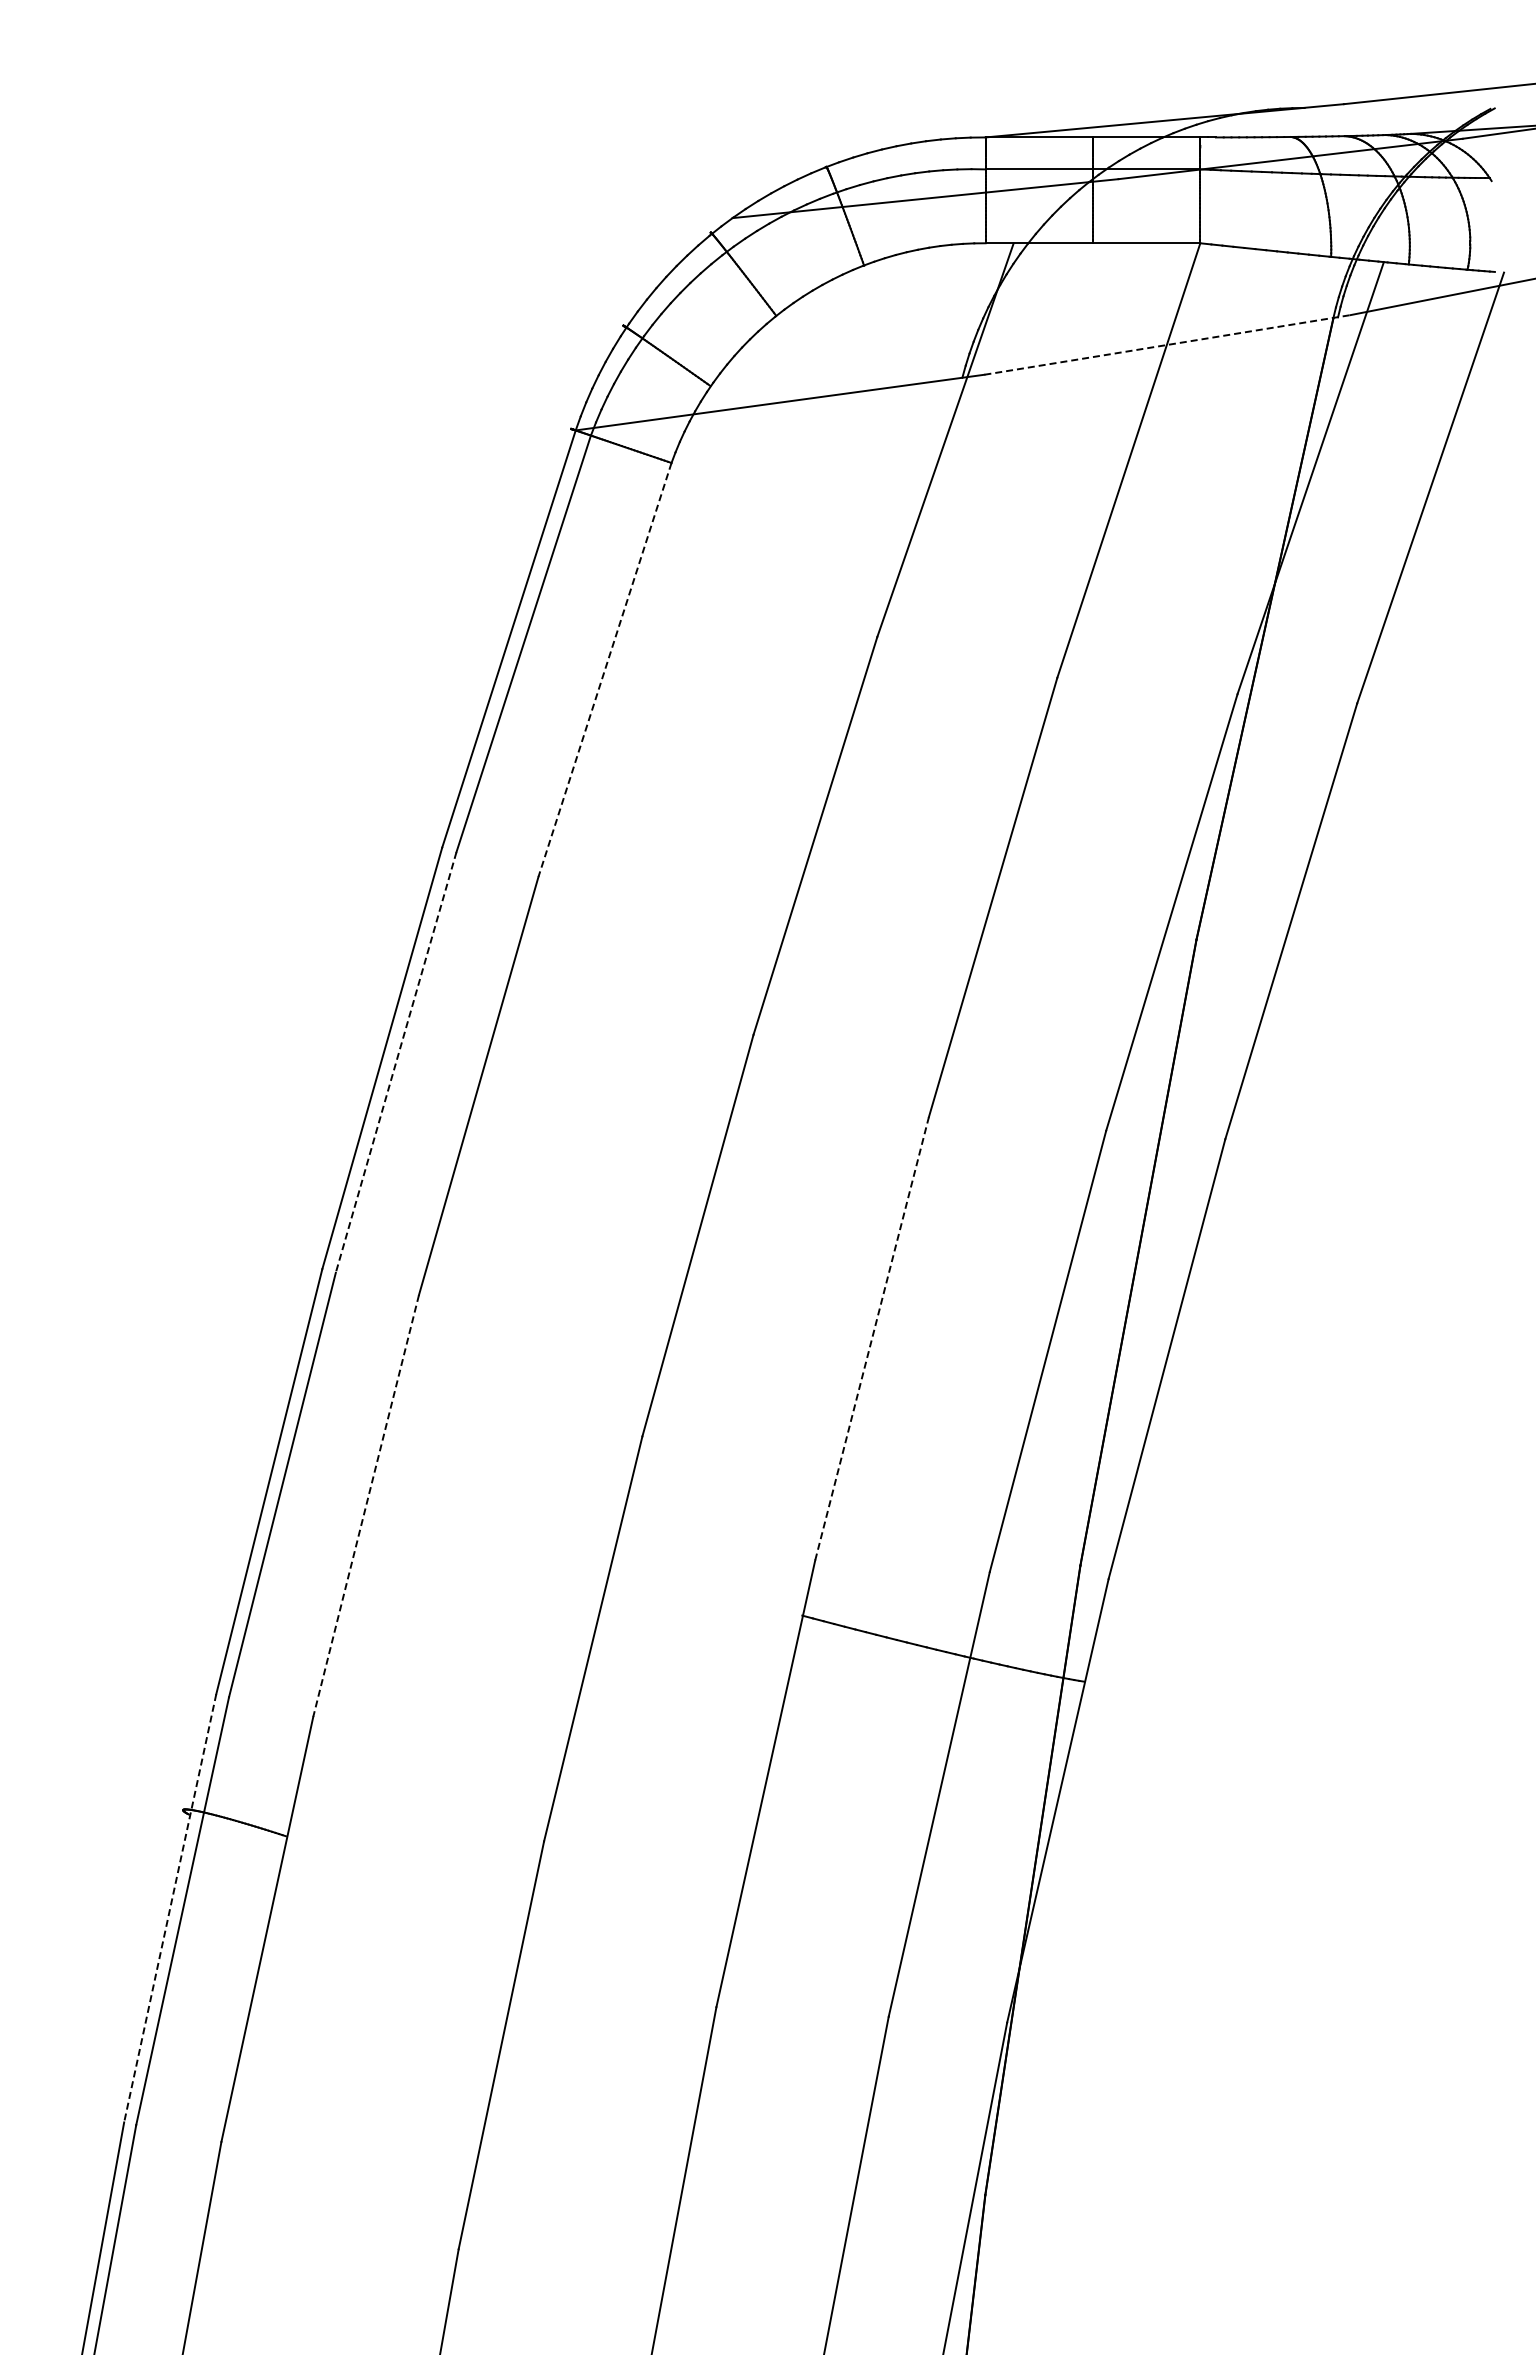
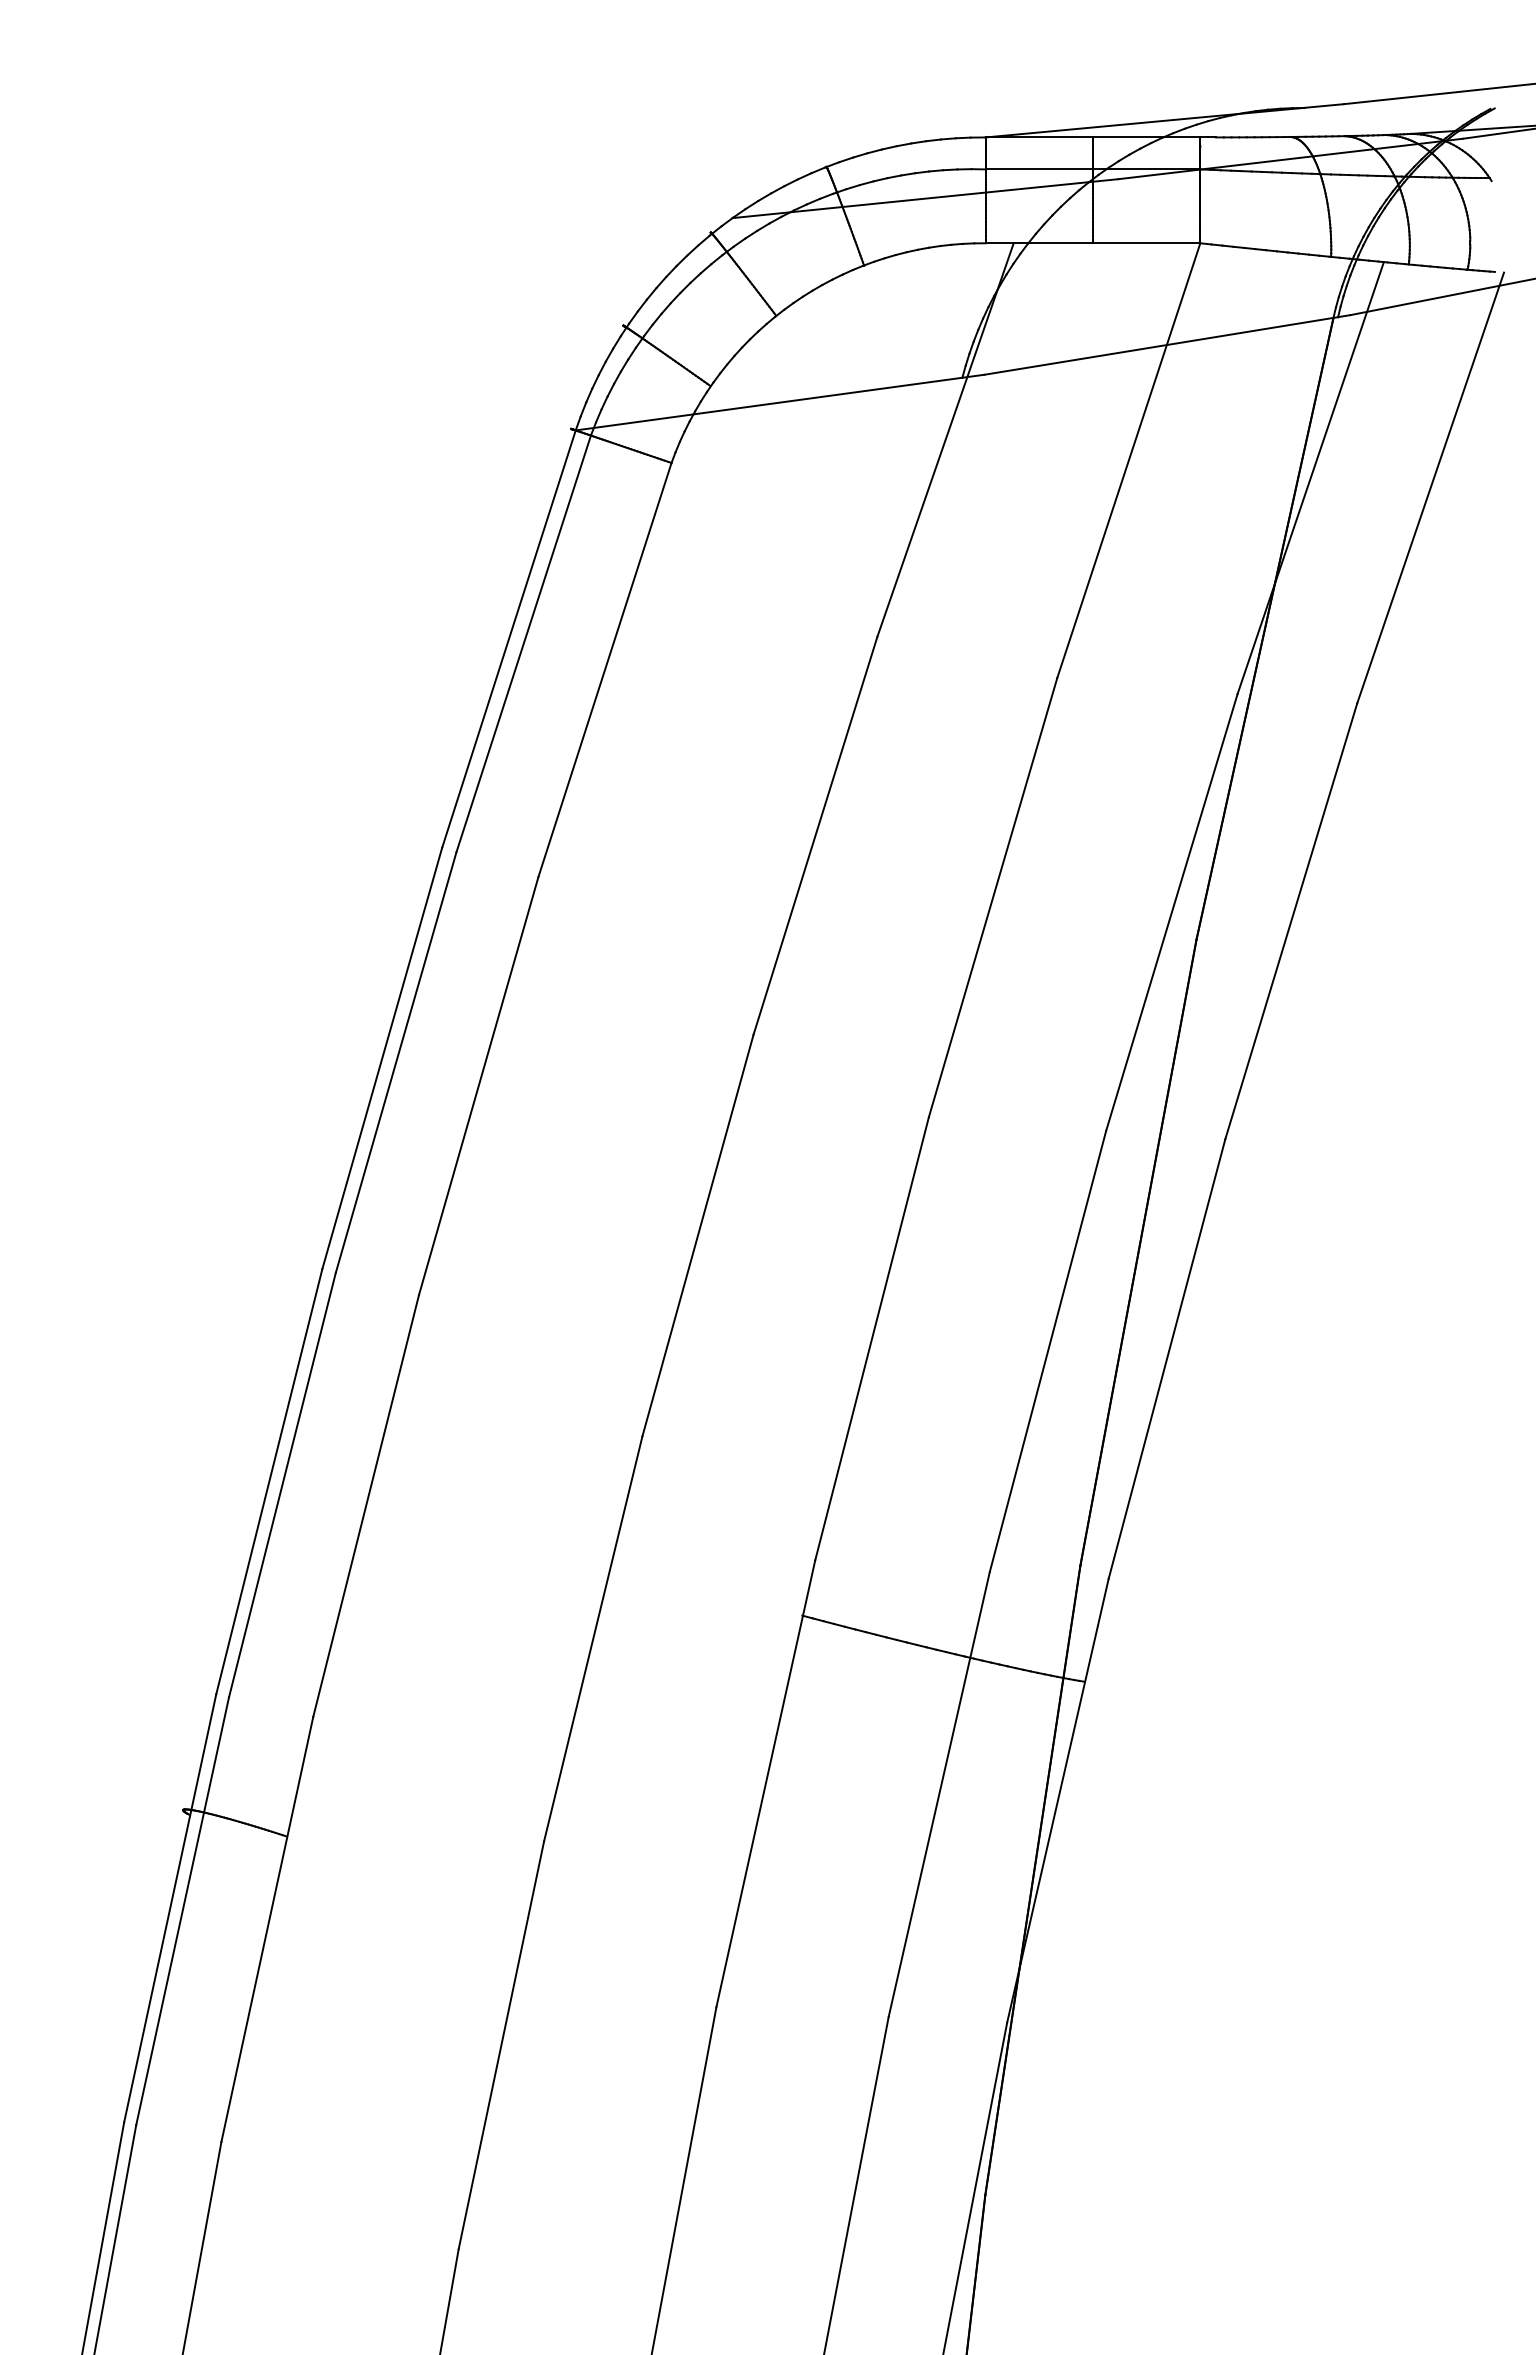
line at (1167, 344): dashed -> solid
line at (604, 670): dashed -> solid
line at (396, 1062): dashed -> solid
line at (872, 1338): dashed -> solid
line at (366, 1506): dashed -> solid
line at (170, 1908): dashed -> solid
